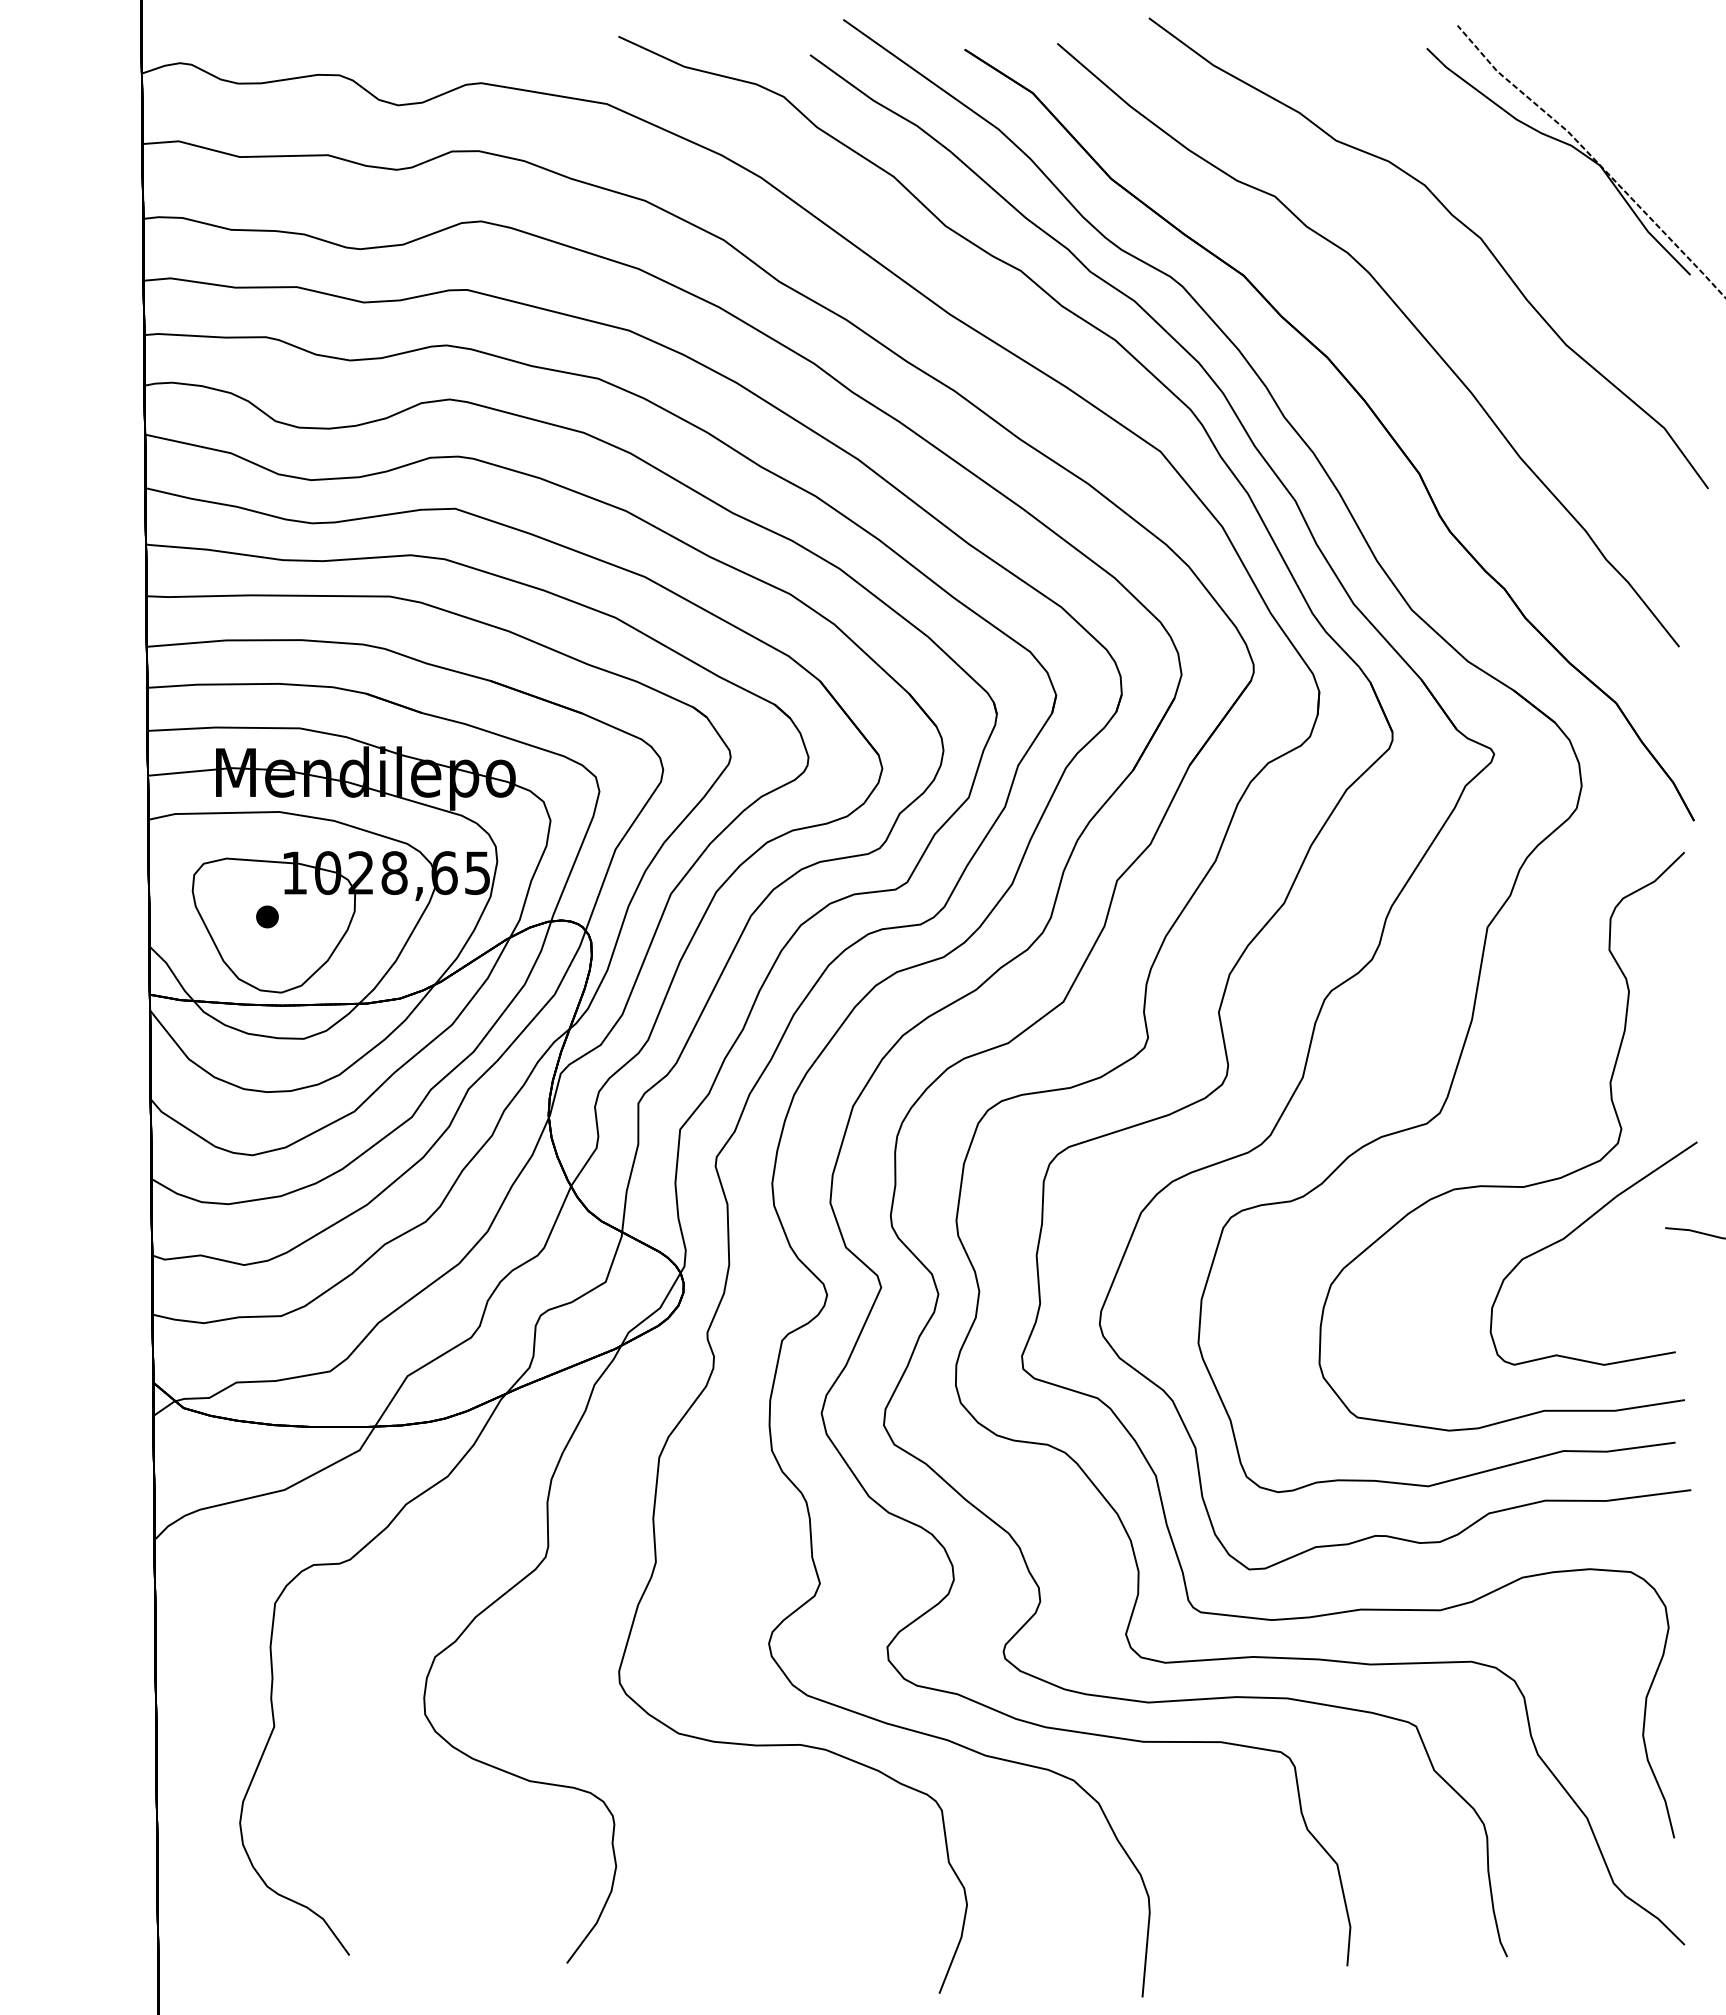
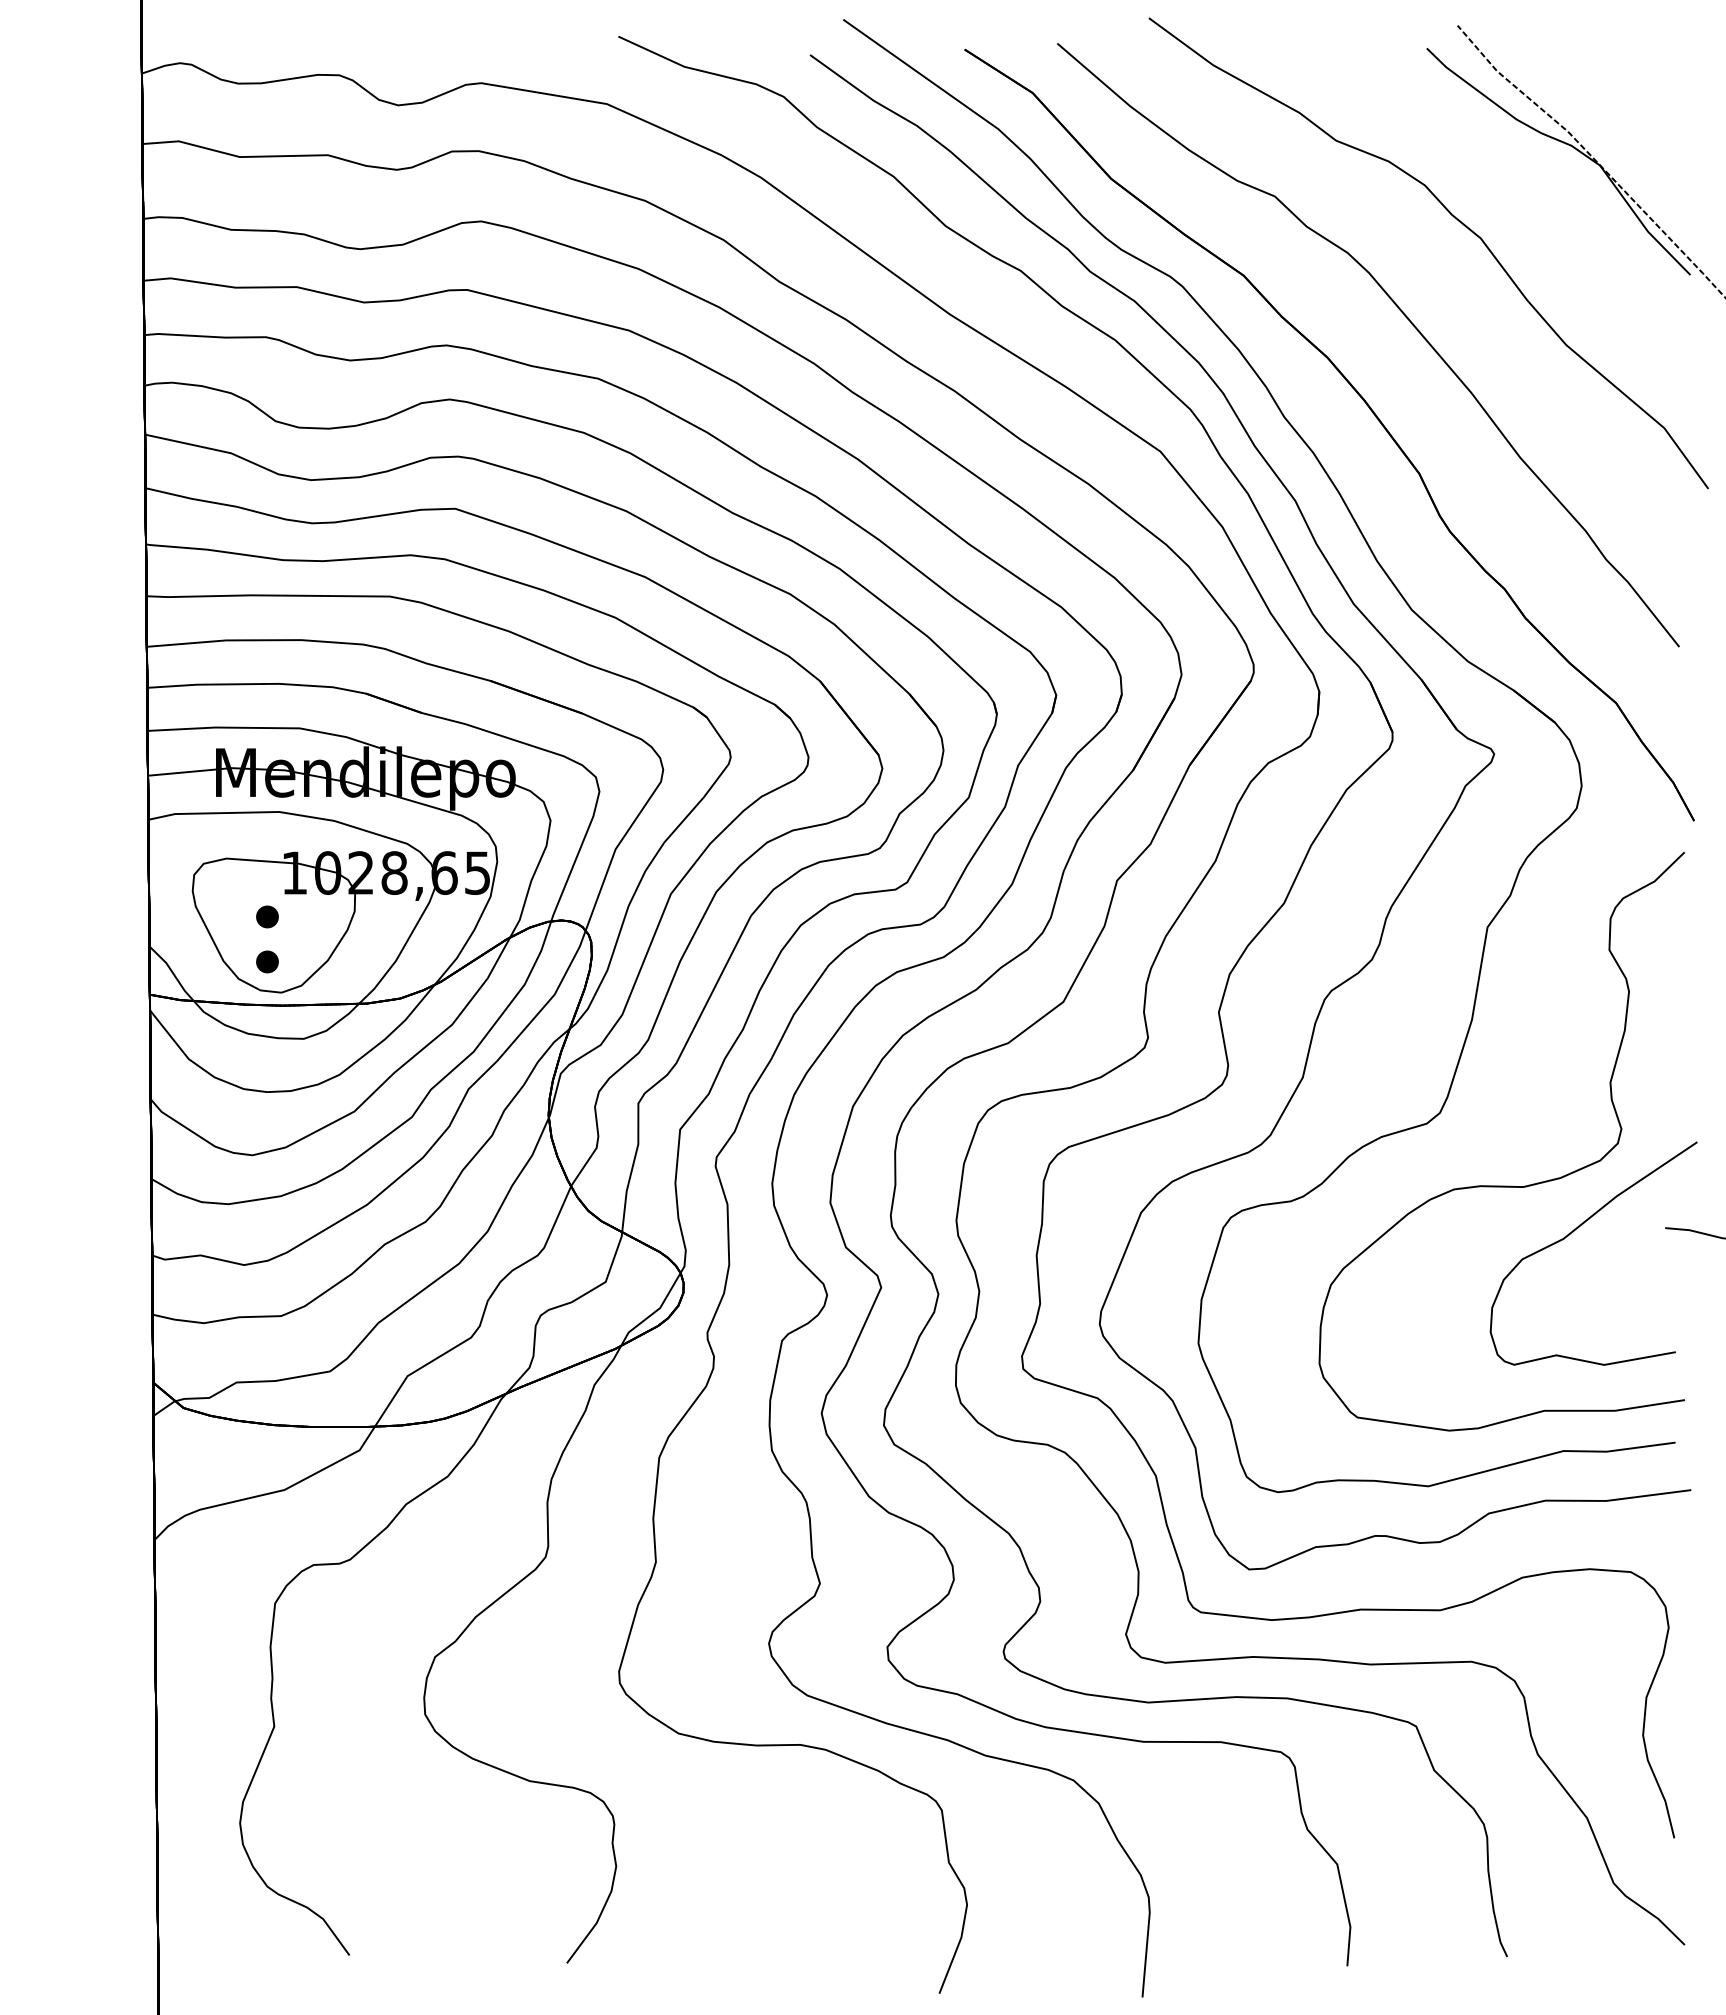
part at (267, 961): none -> present
